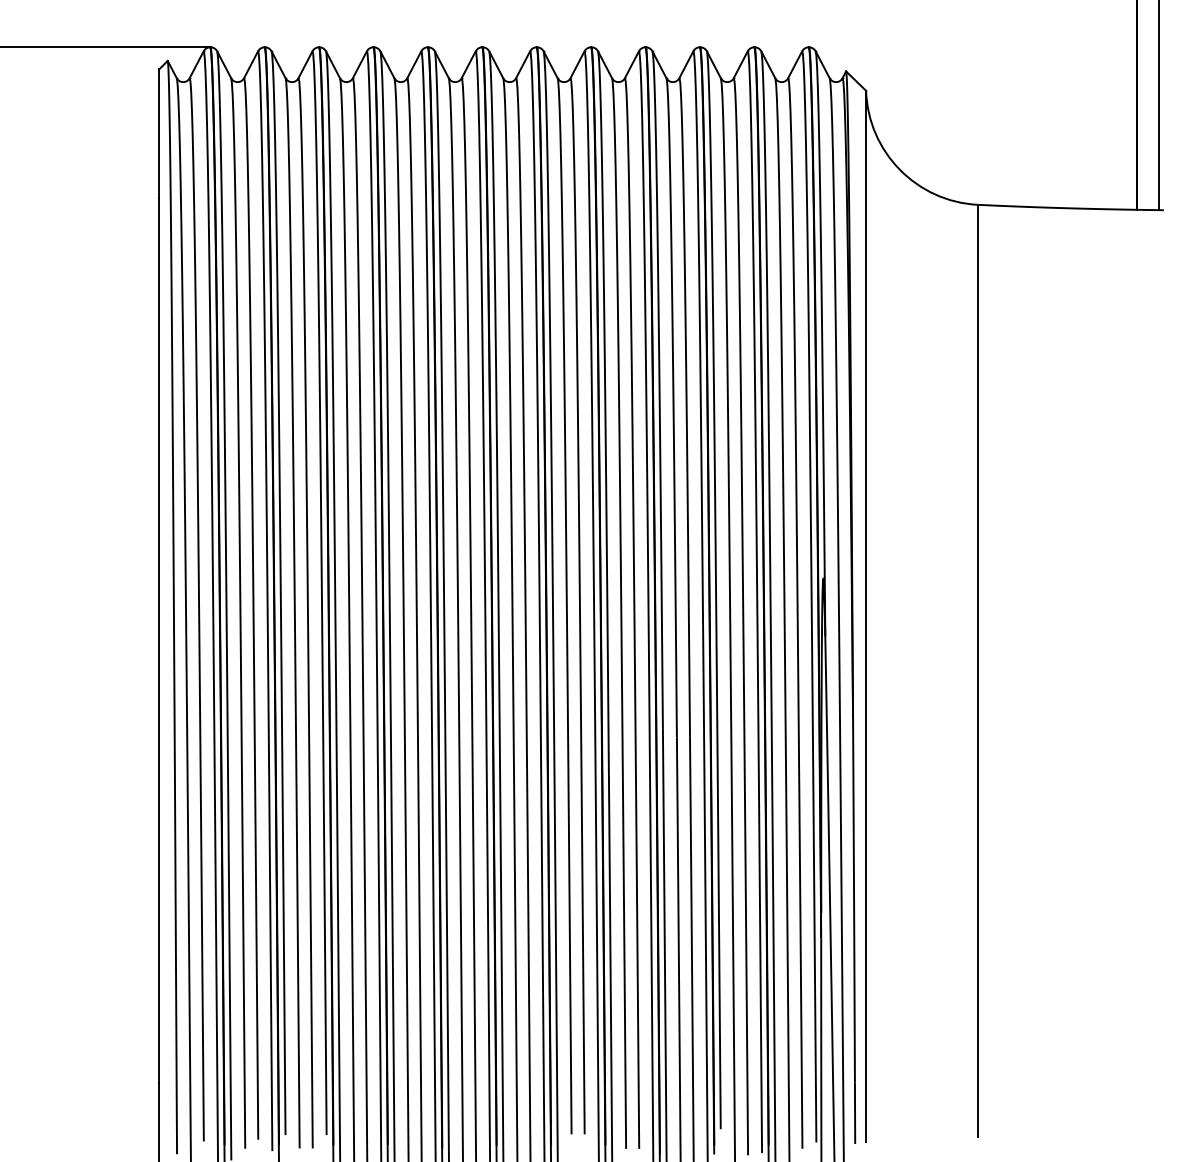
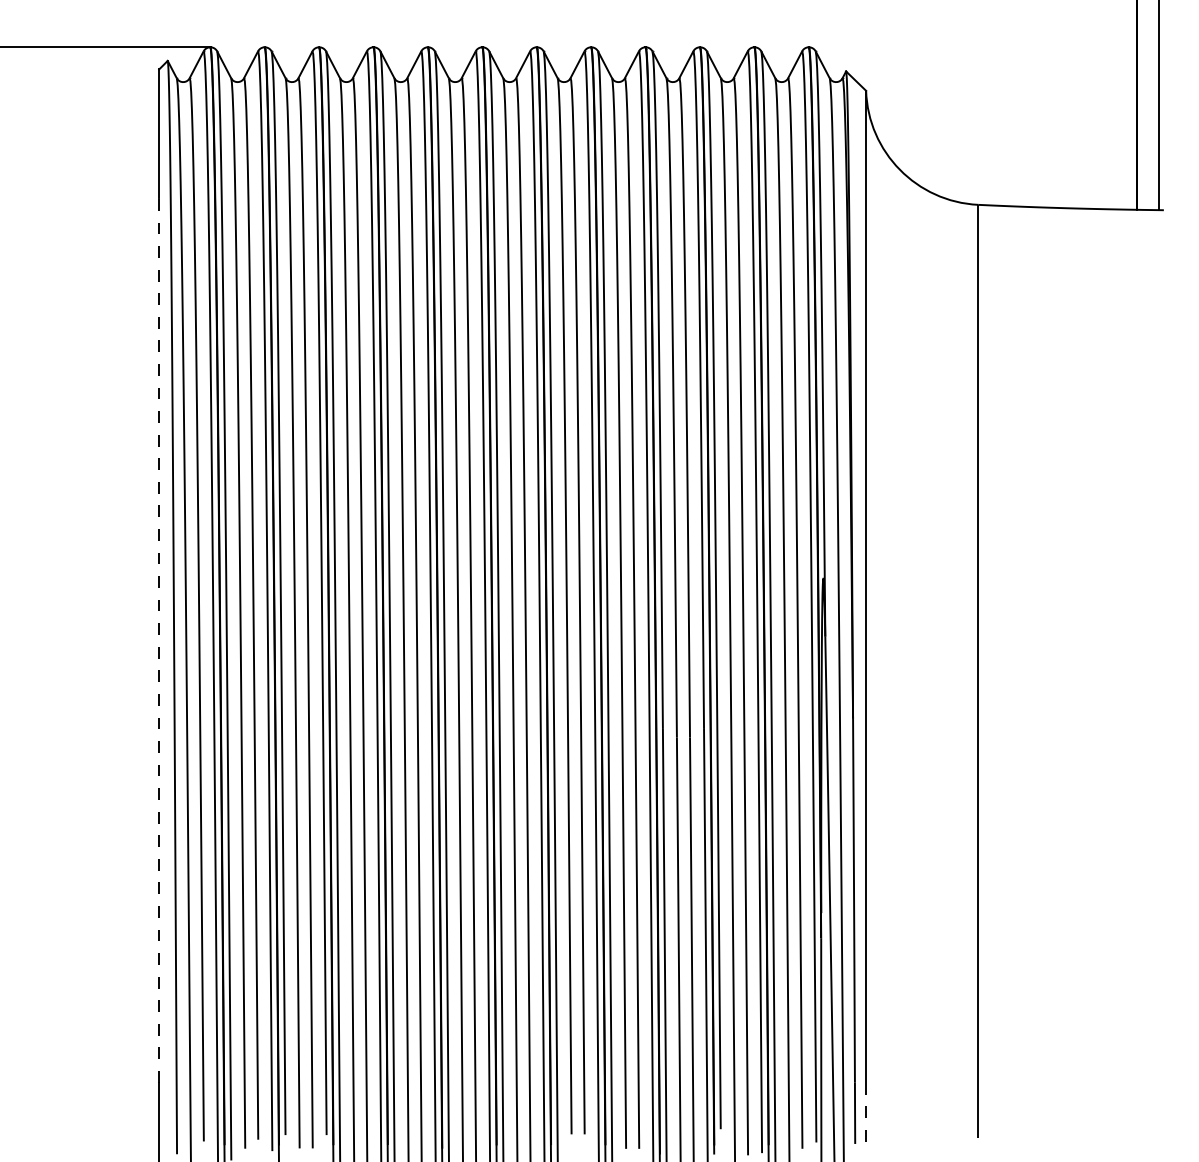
line at (159, 639): solid -> dashed
line at (866, 1112): solid -> dashed
